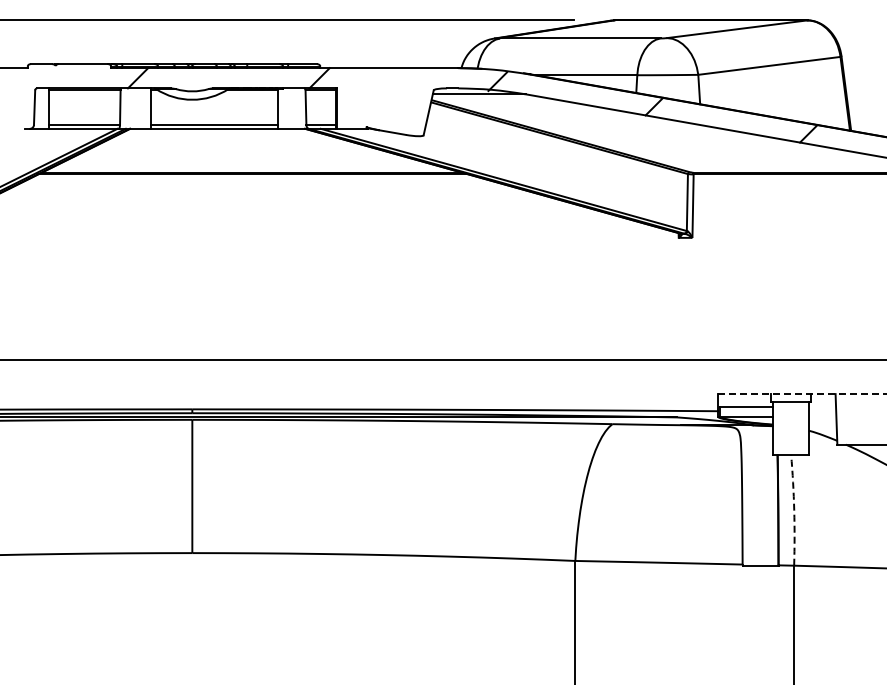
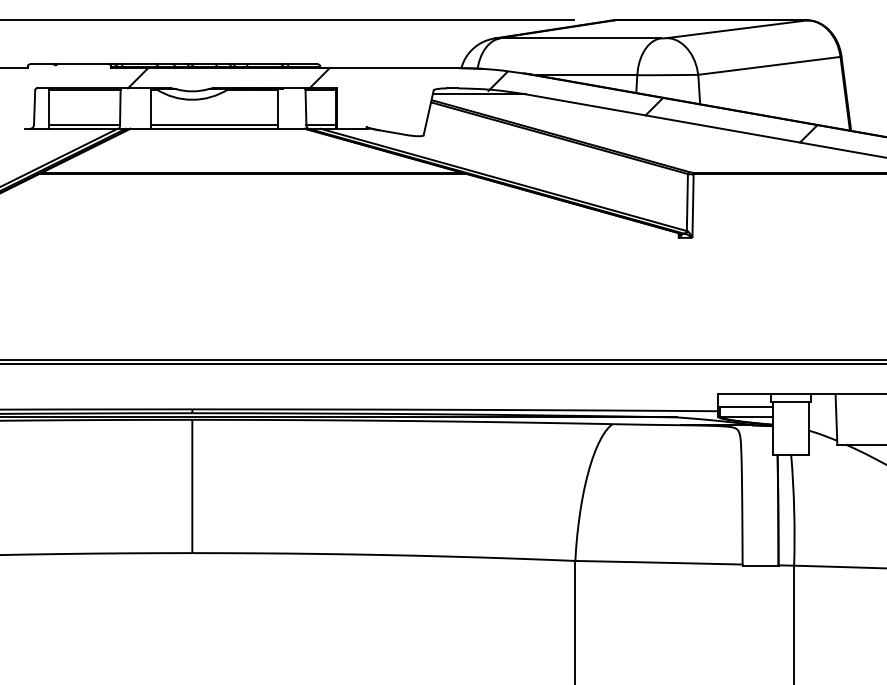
line at (442, 363): none -> present
line at (802, 394): dashed -> solid
arc at (794, 510): dashed -> solid
